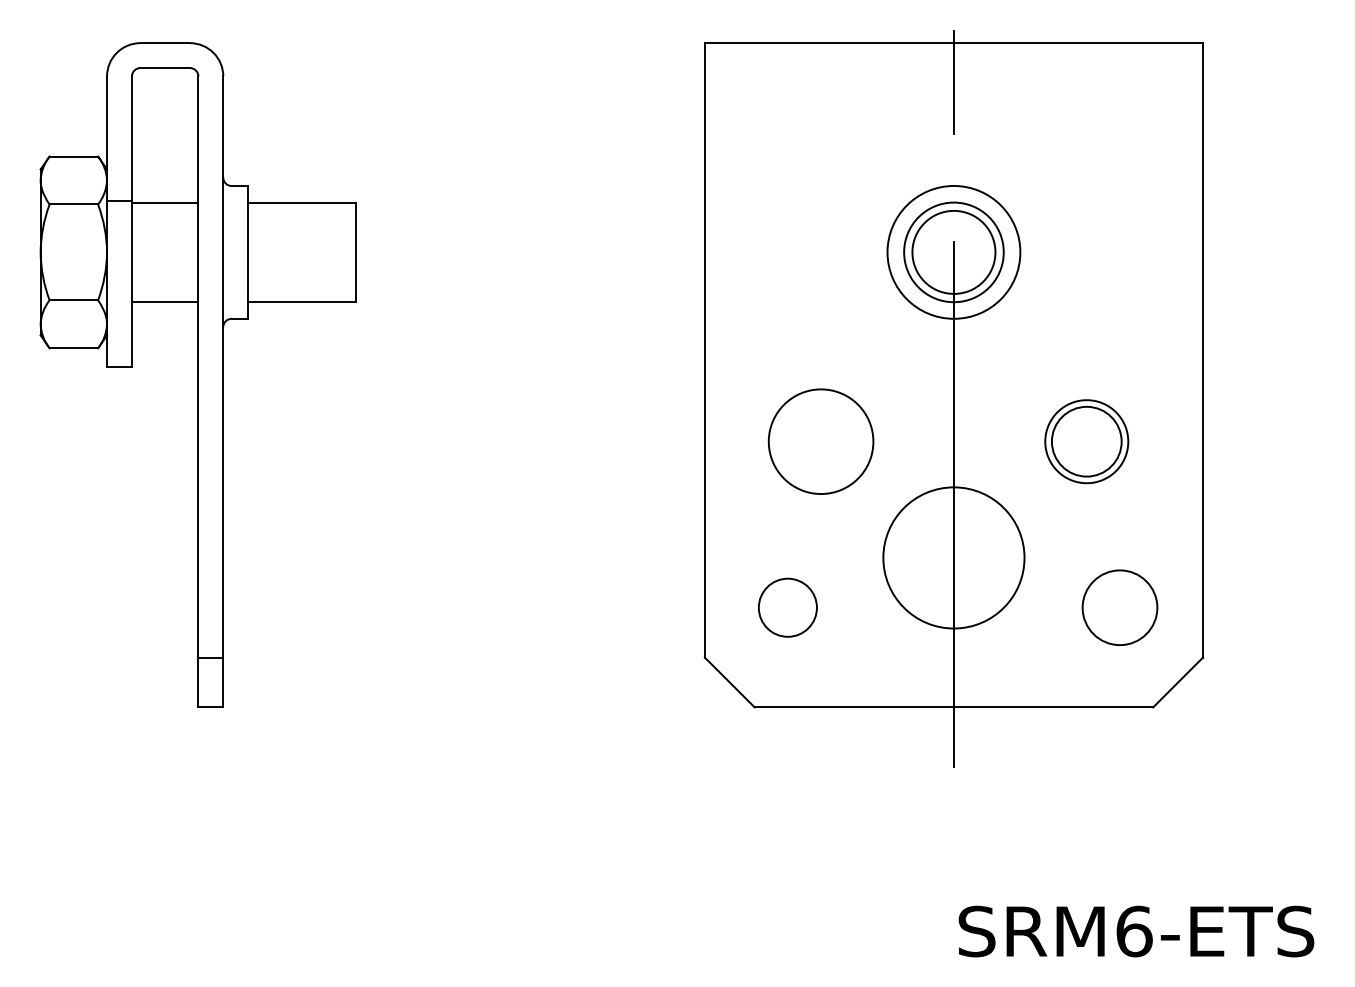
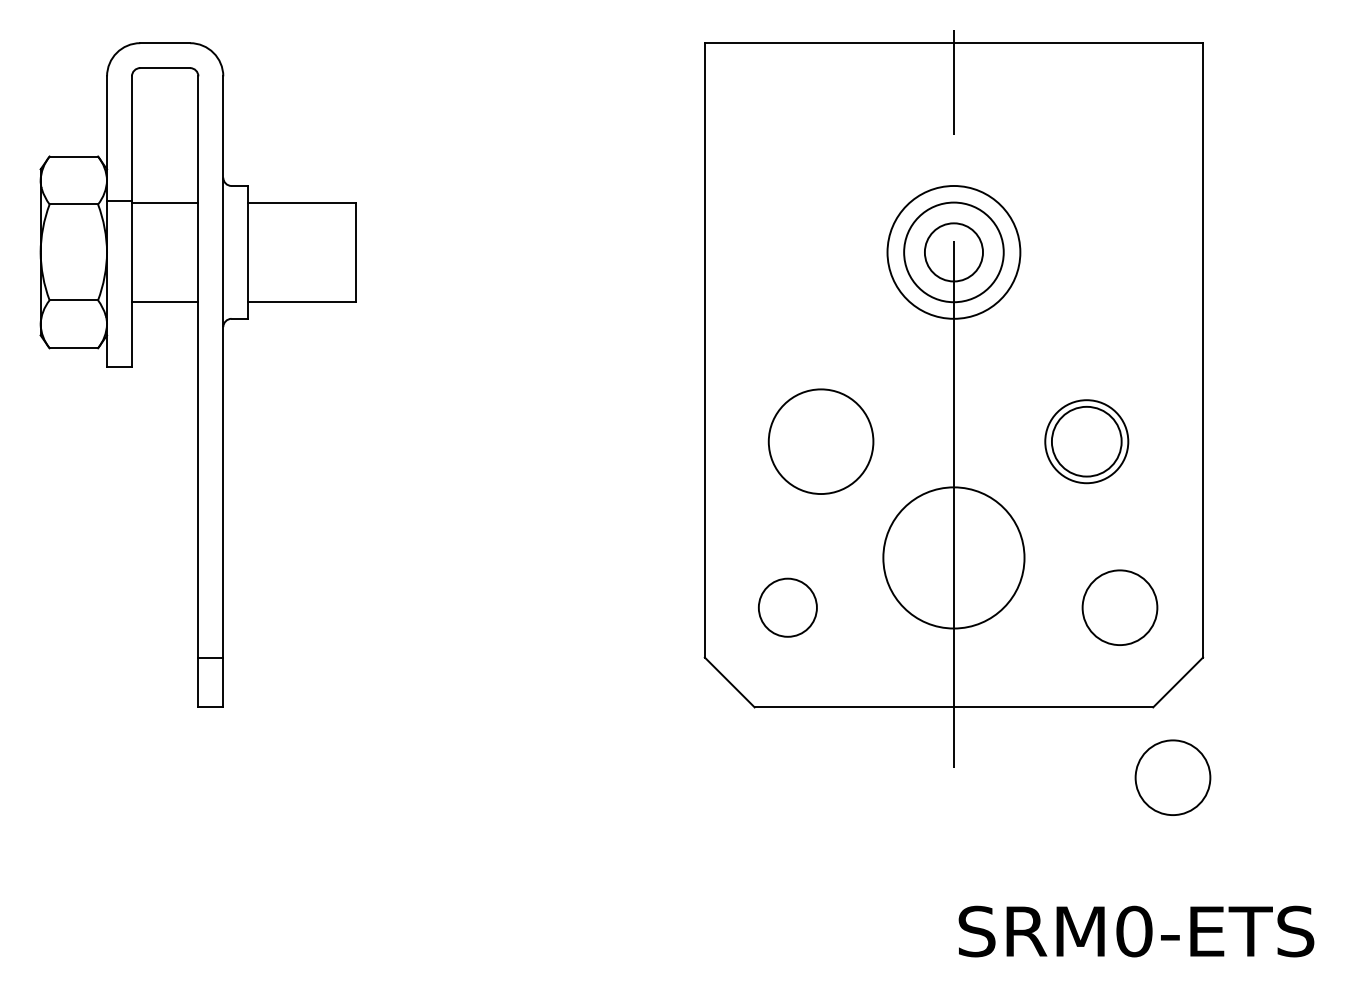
circle at (953, 251) diameter: 83 px -> 58 px
circle at (1172, 777): none -> present
text at (1134, 931): SRM6-ETS -> SRM0-ETS
